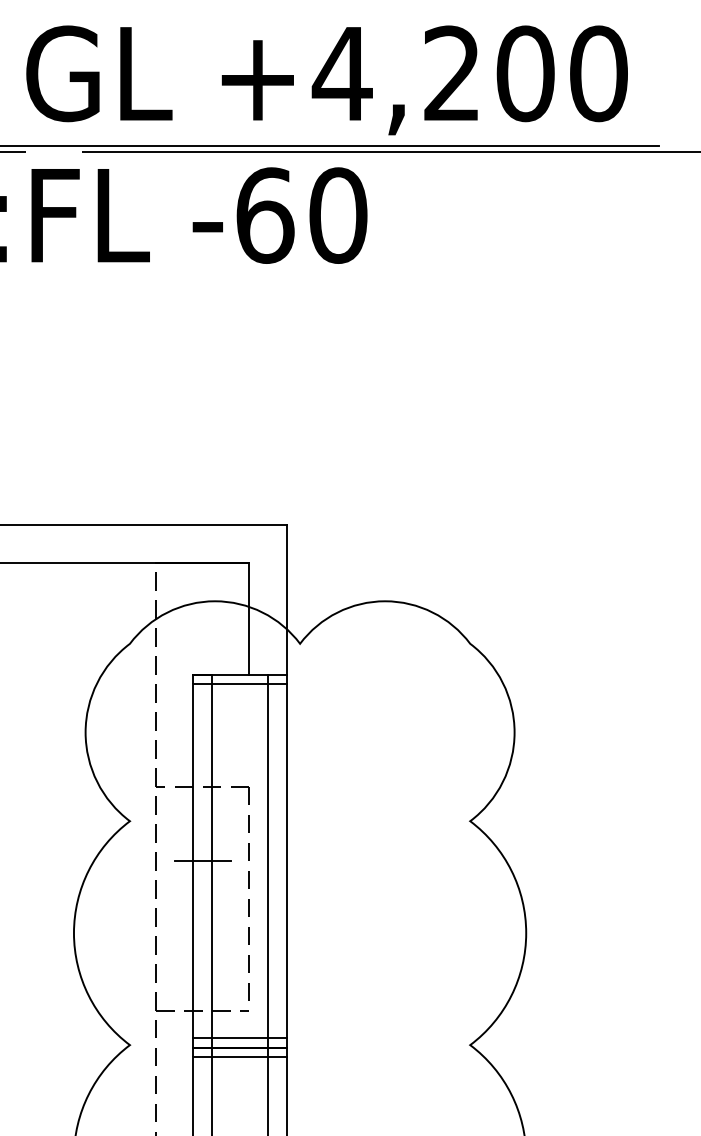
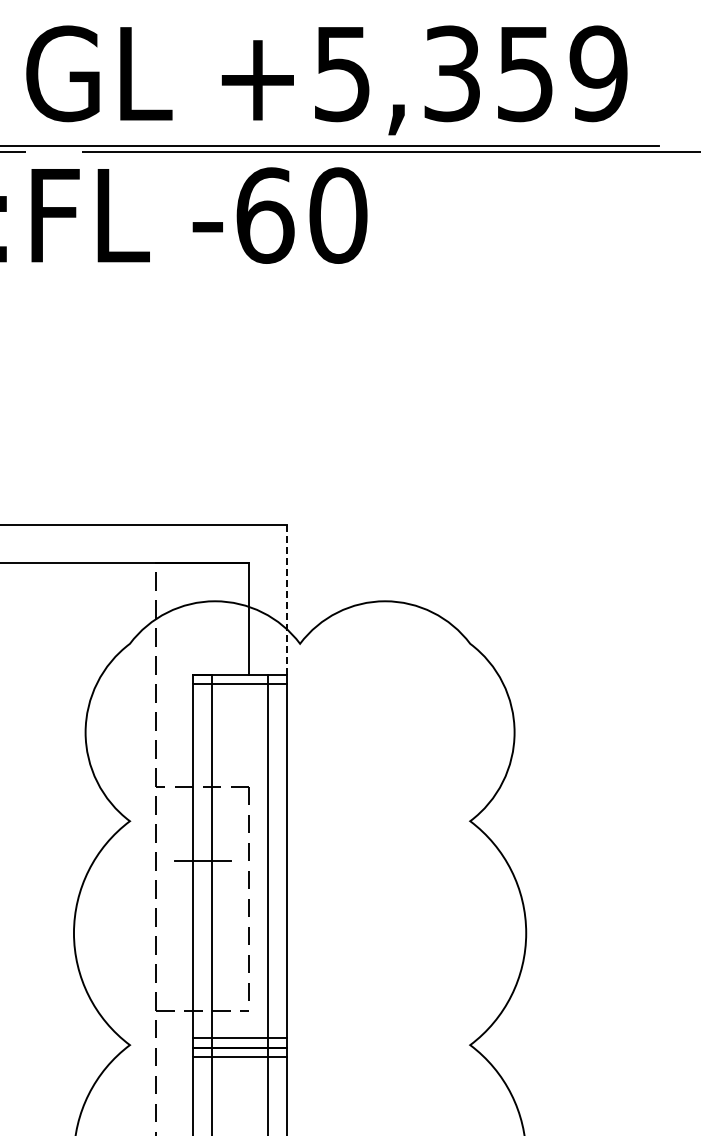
text at (469, 73): +4,200 -> +5,359
line at (286, 600): solid -> dashed
